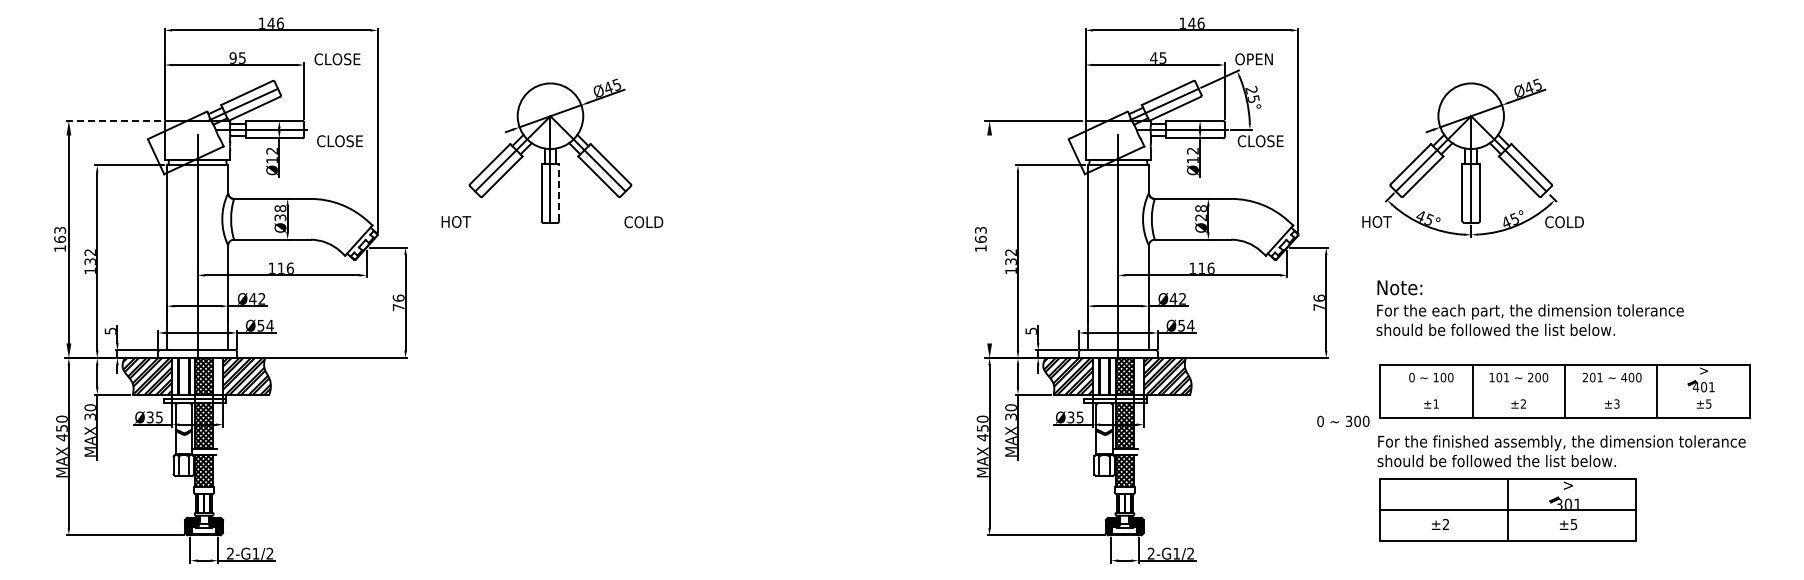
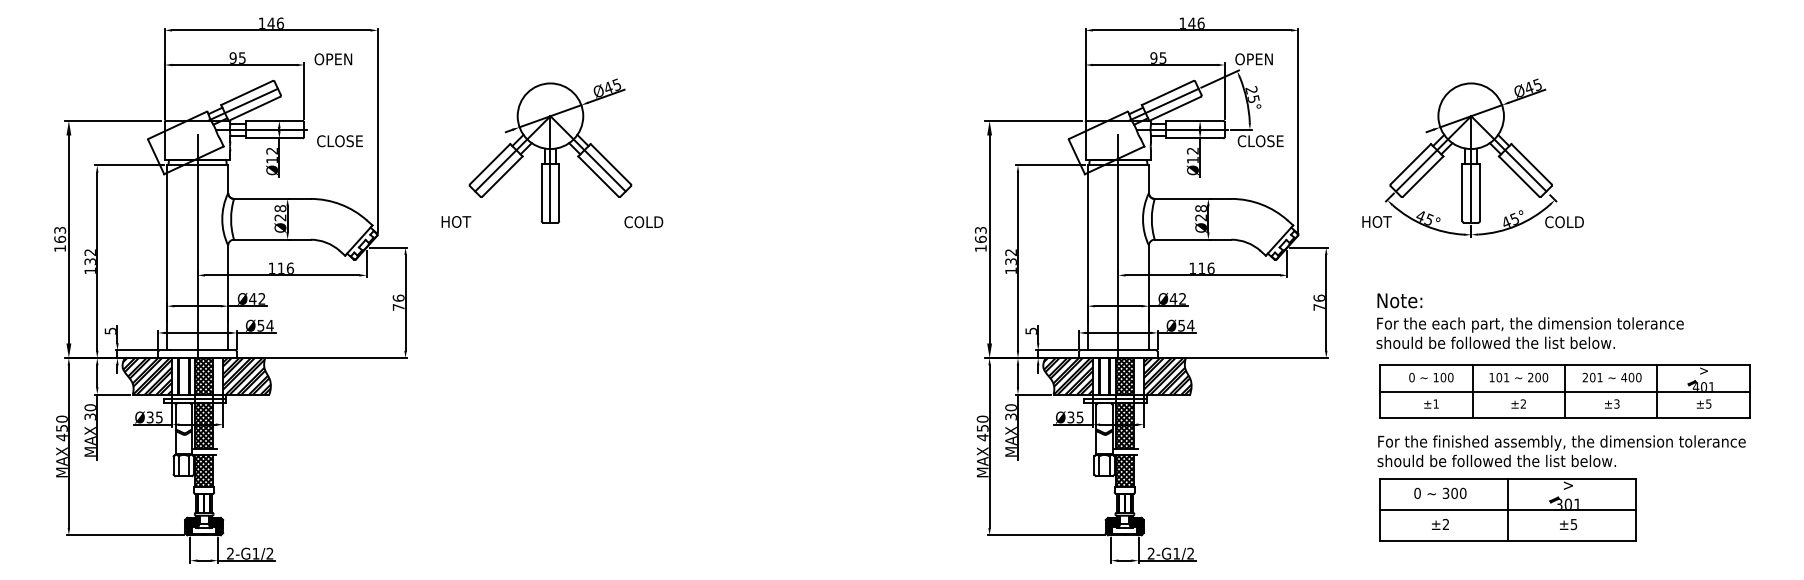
text at (1153, 57): 45 -> 95
text at (340, 59): CLOSE -> OPEN
line at (112, 120): dashed -> solid
line at (559, 192): dashed -> solid
text at (280, 217): Ø38 -> Ø28
line at (989, 239): none -> present
text at (1529, 307) position: (1529, 307) -> (1529, 320)
line at (1564, 391): none -> present
text at (1343, 420) position: (1343, 420) -> (1440, 492)
